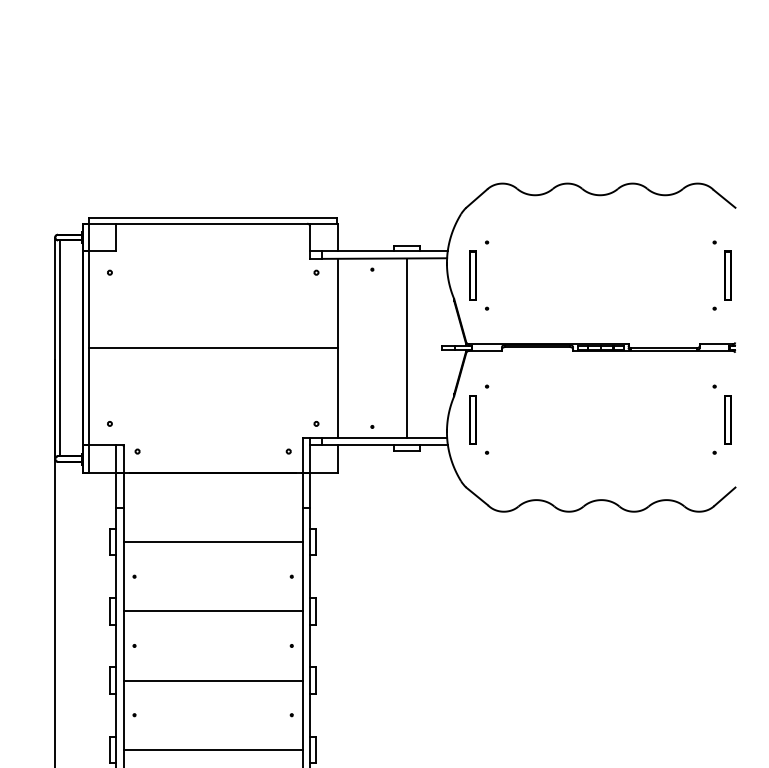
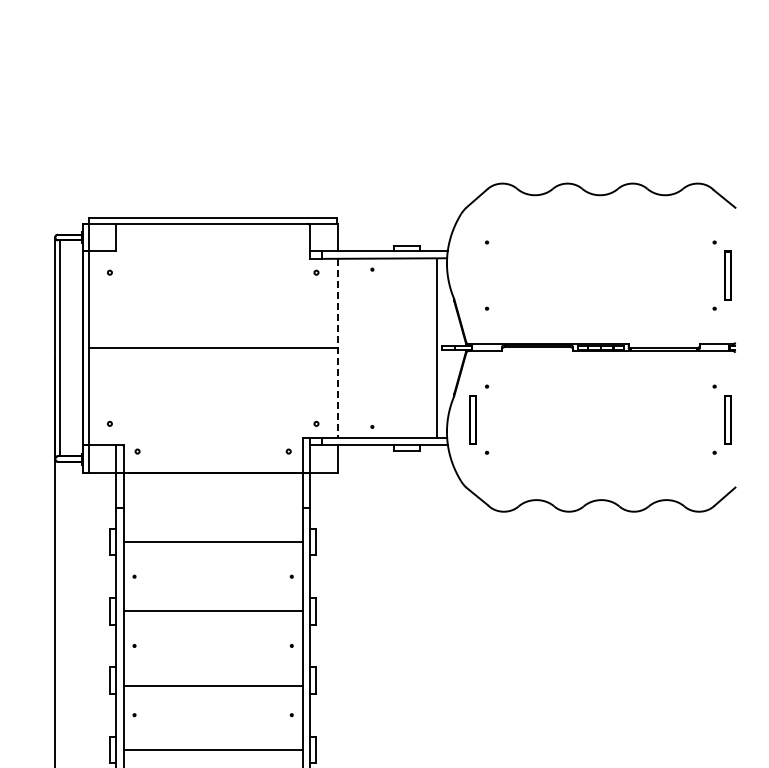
part at (472, 275): present -> none
line at (407, 347) position: (407, 347) -> (437, 347)
line at (337, 348): solid -> dashed
line at (212, 680) position: (212, 680) -> (212, 685)
